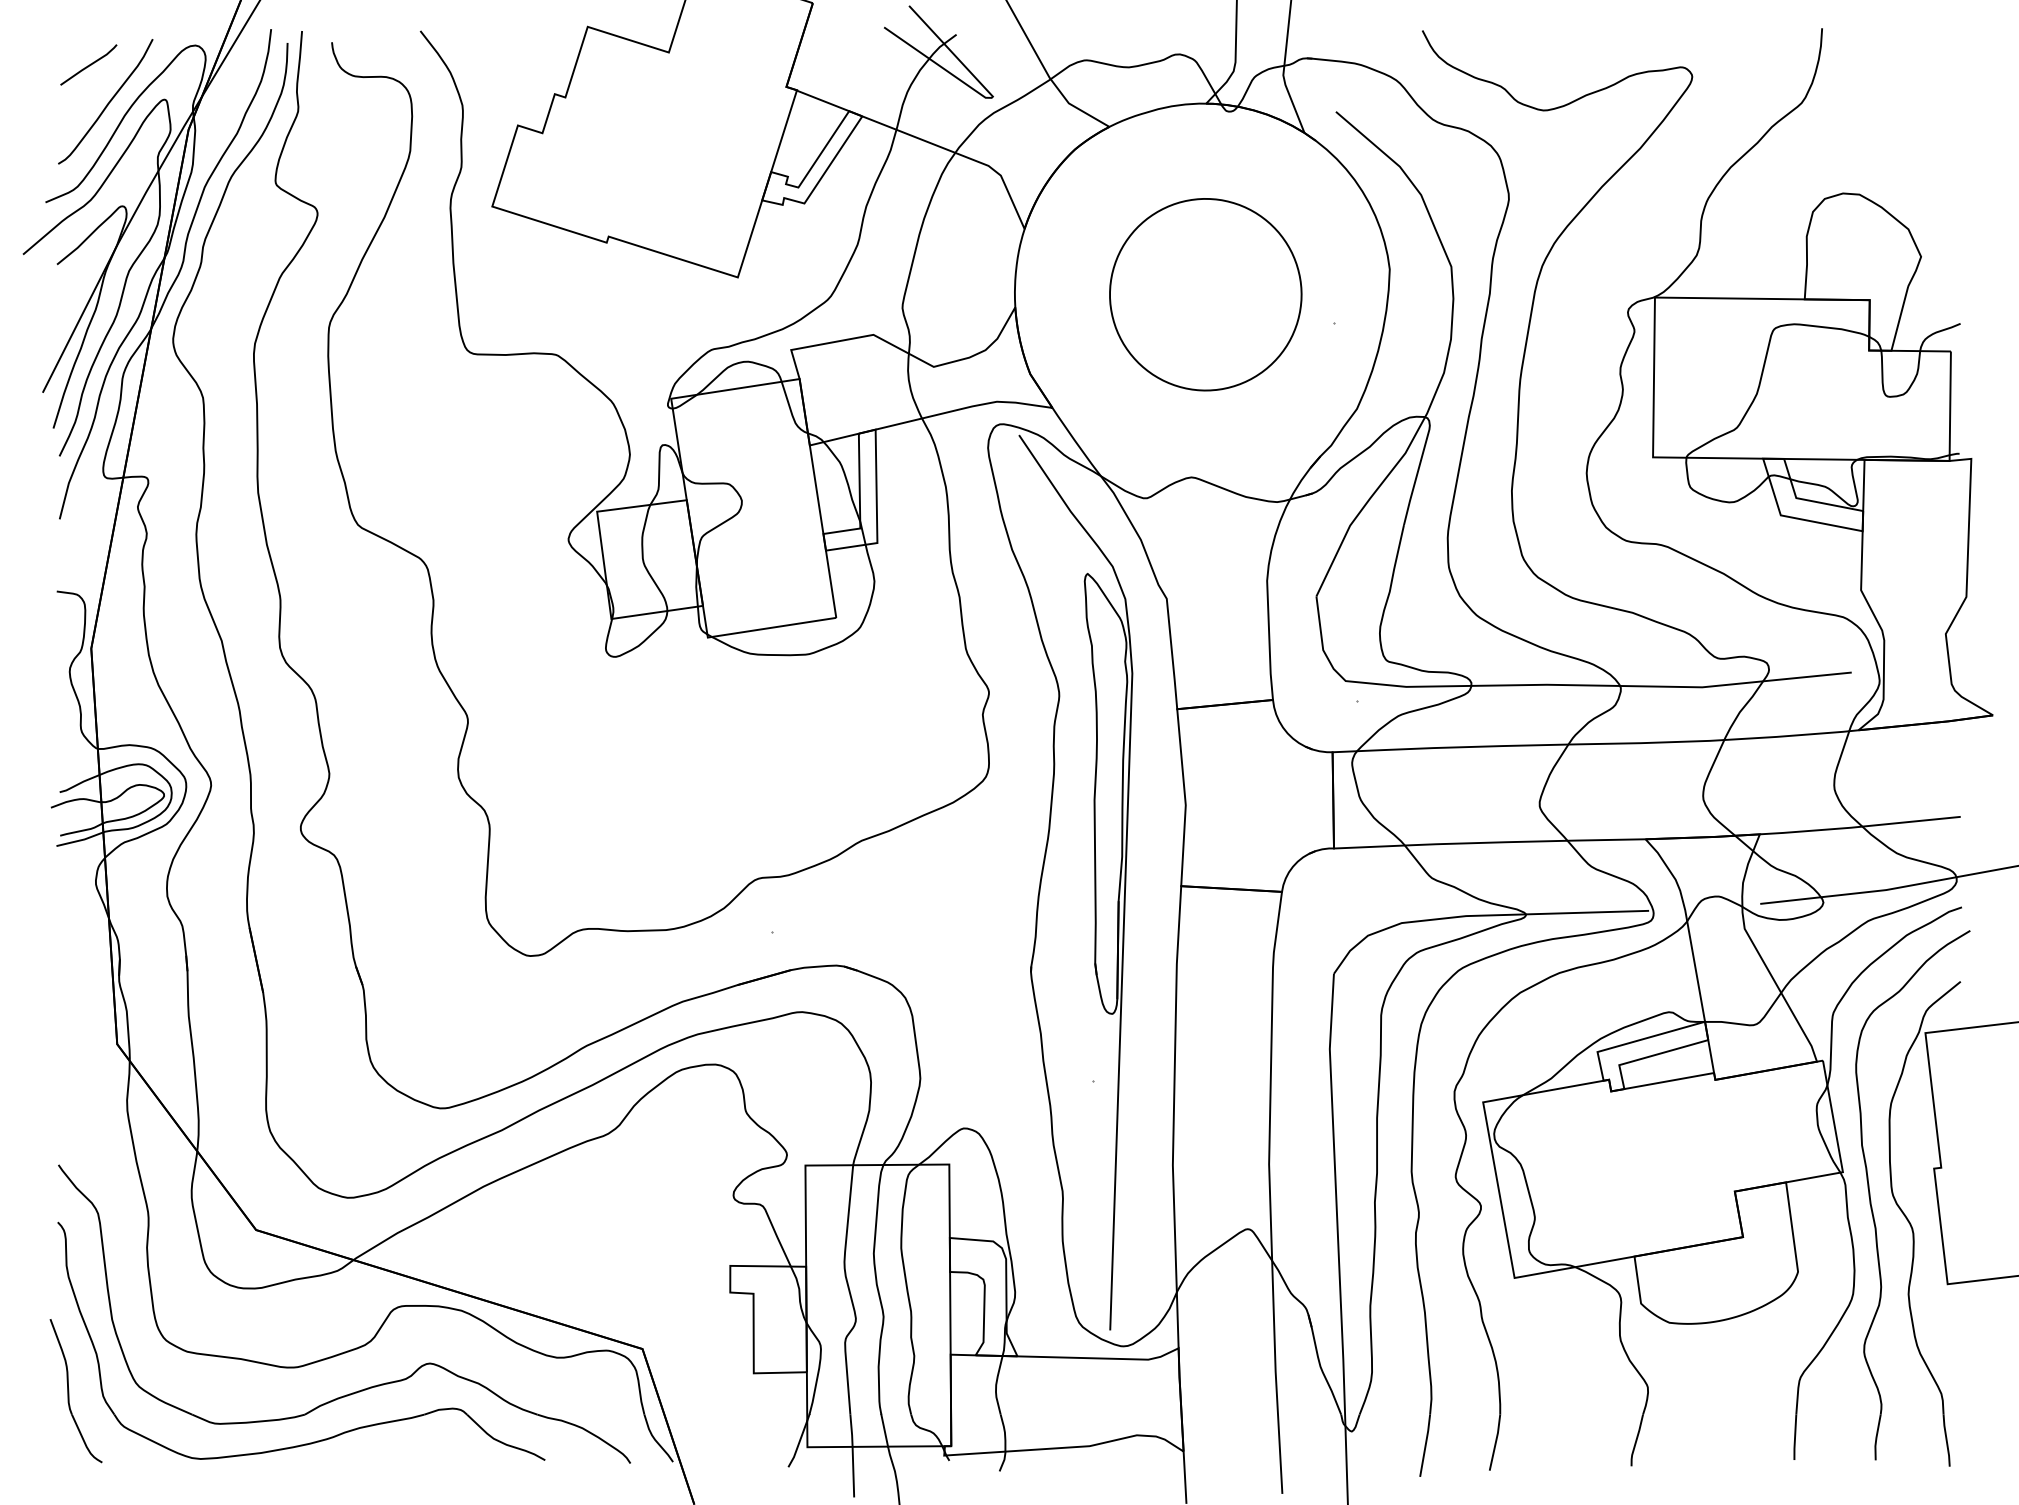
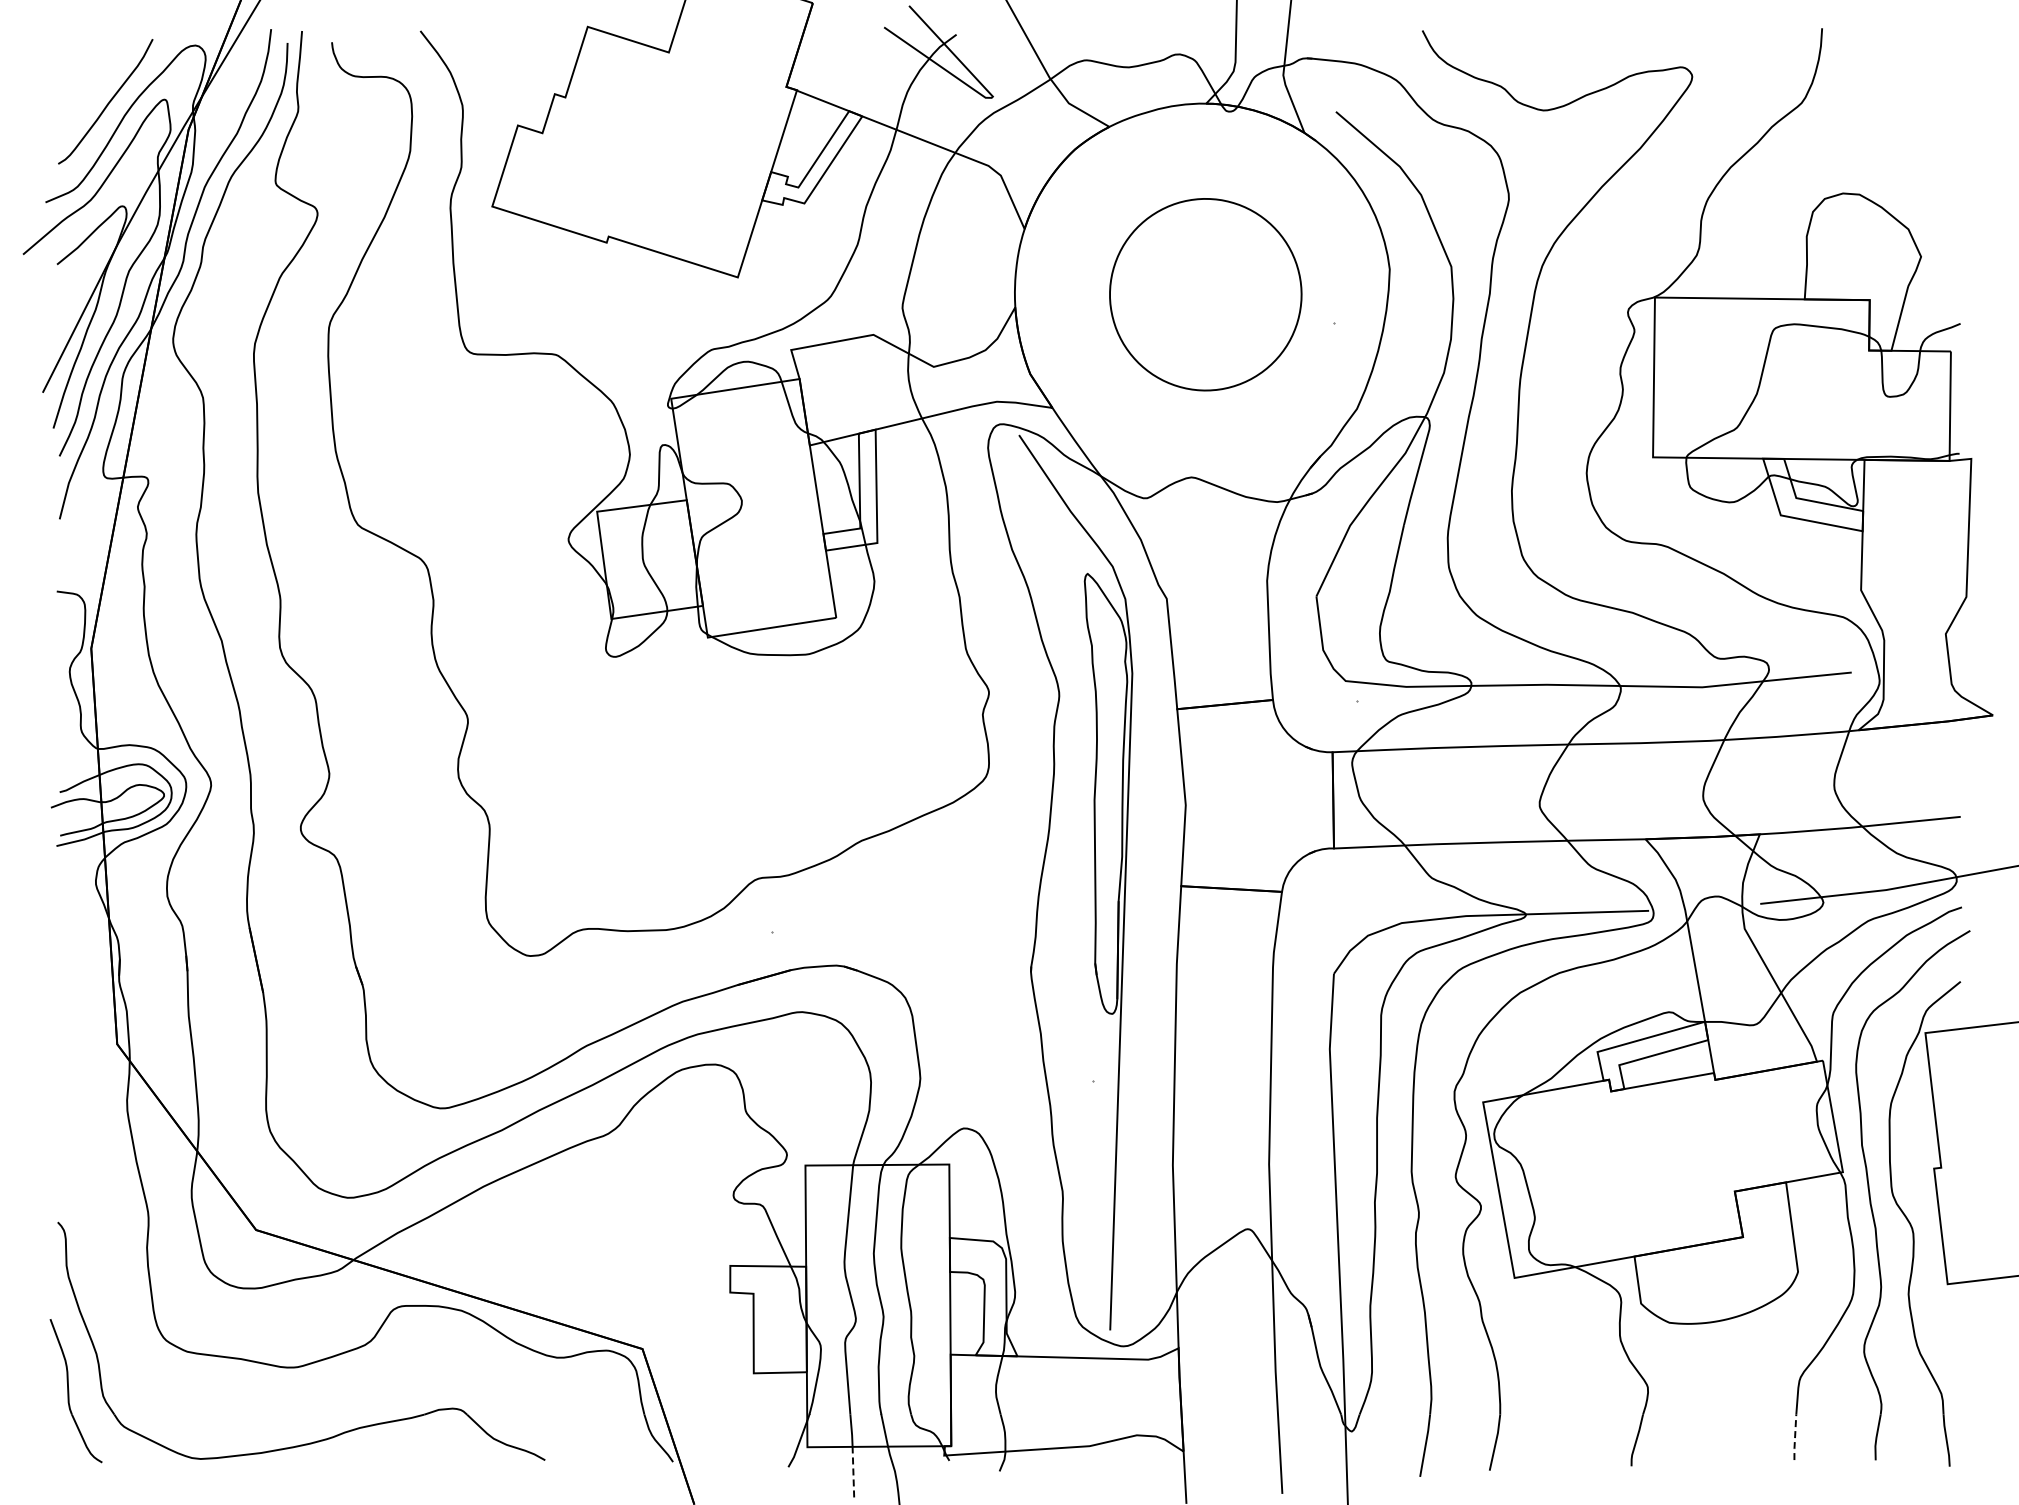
line at (89, 64): present -> none
part at (370, 1386): present -> none
line at (1795, 1437): solid -> dashed
line at (853, 1471): solid -> dashed
